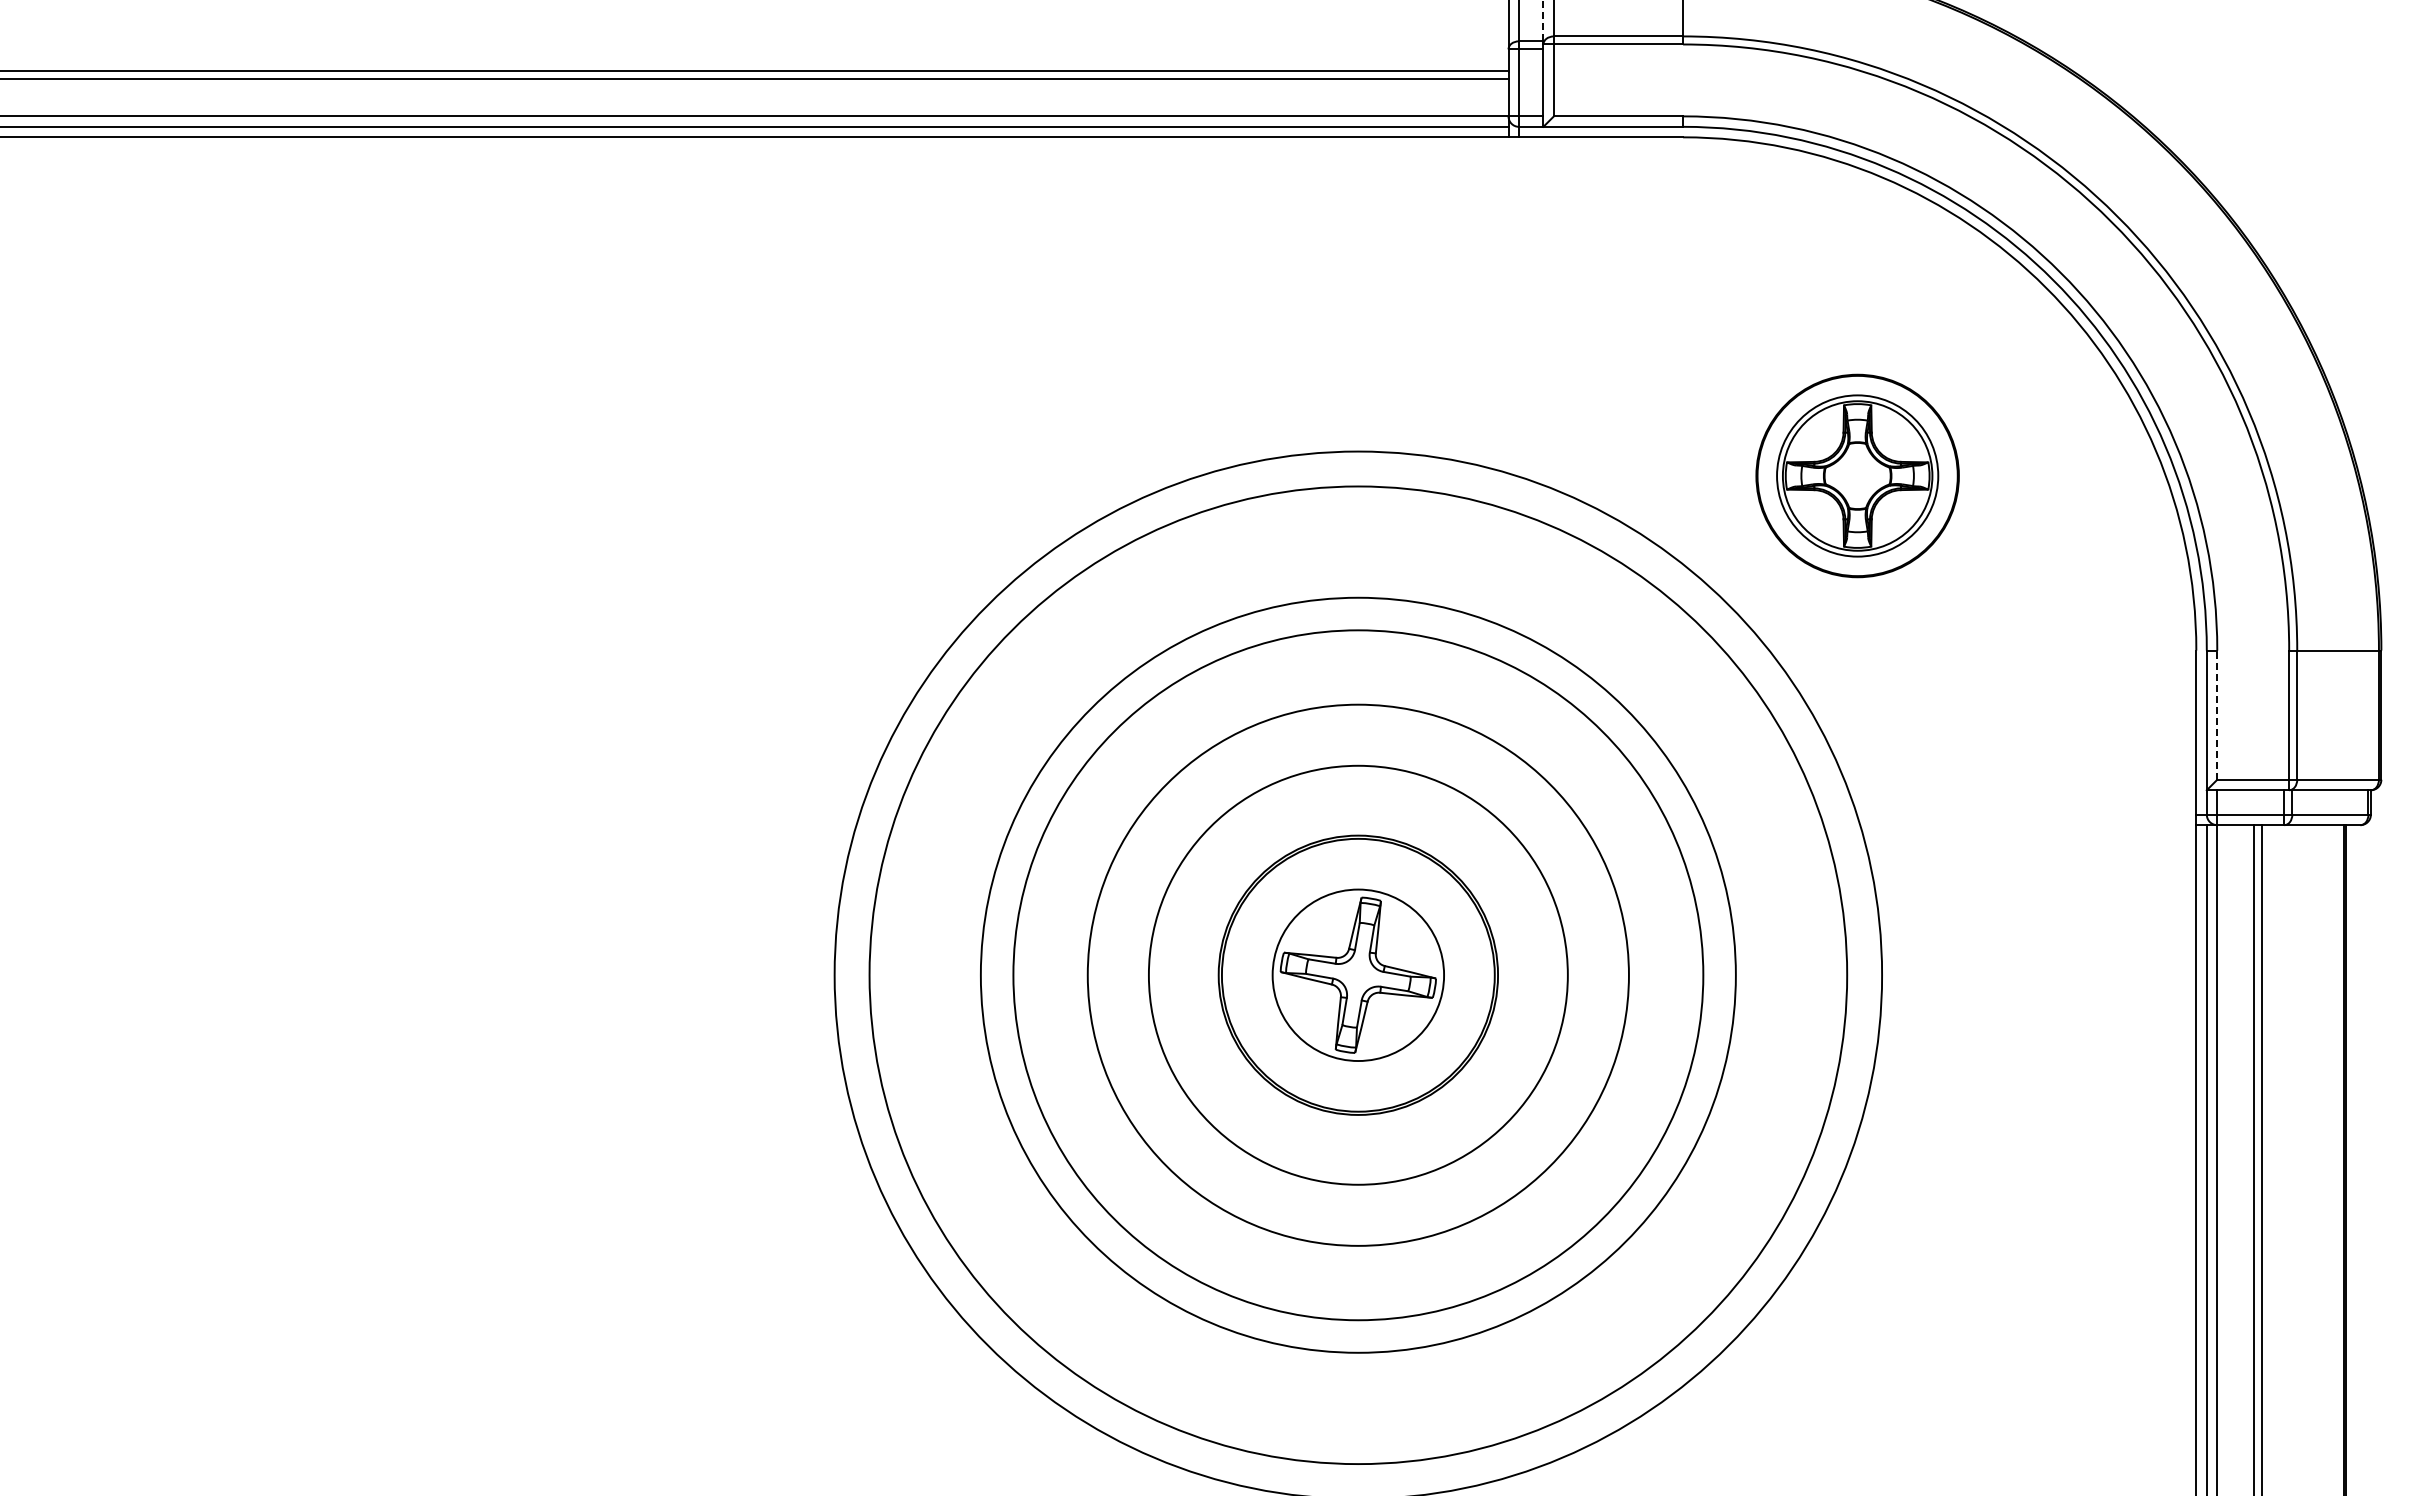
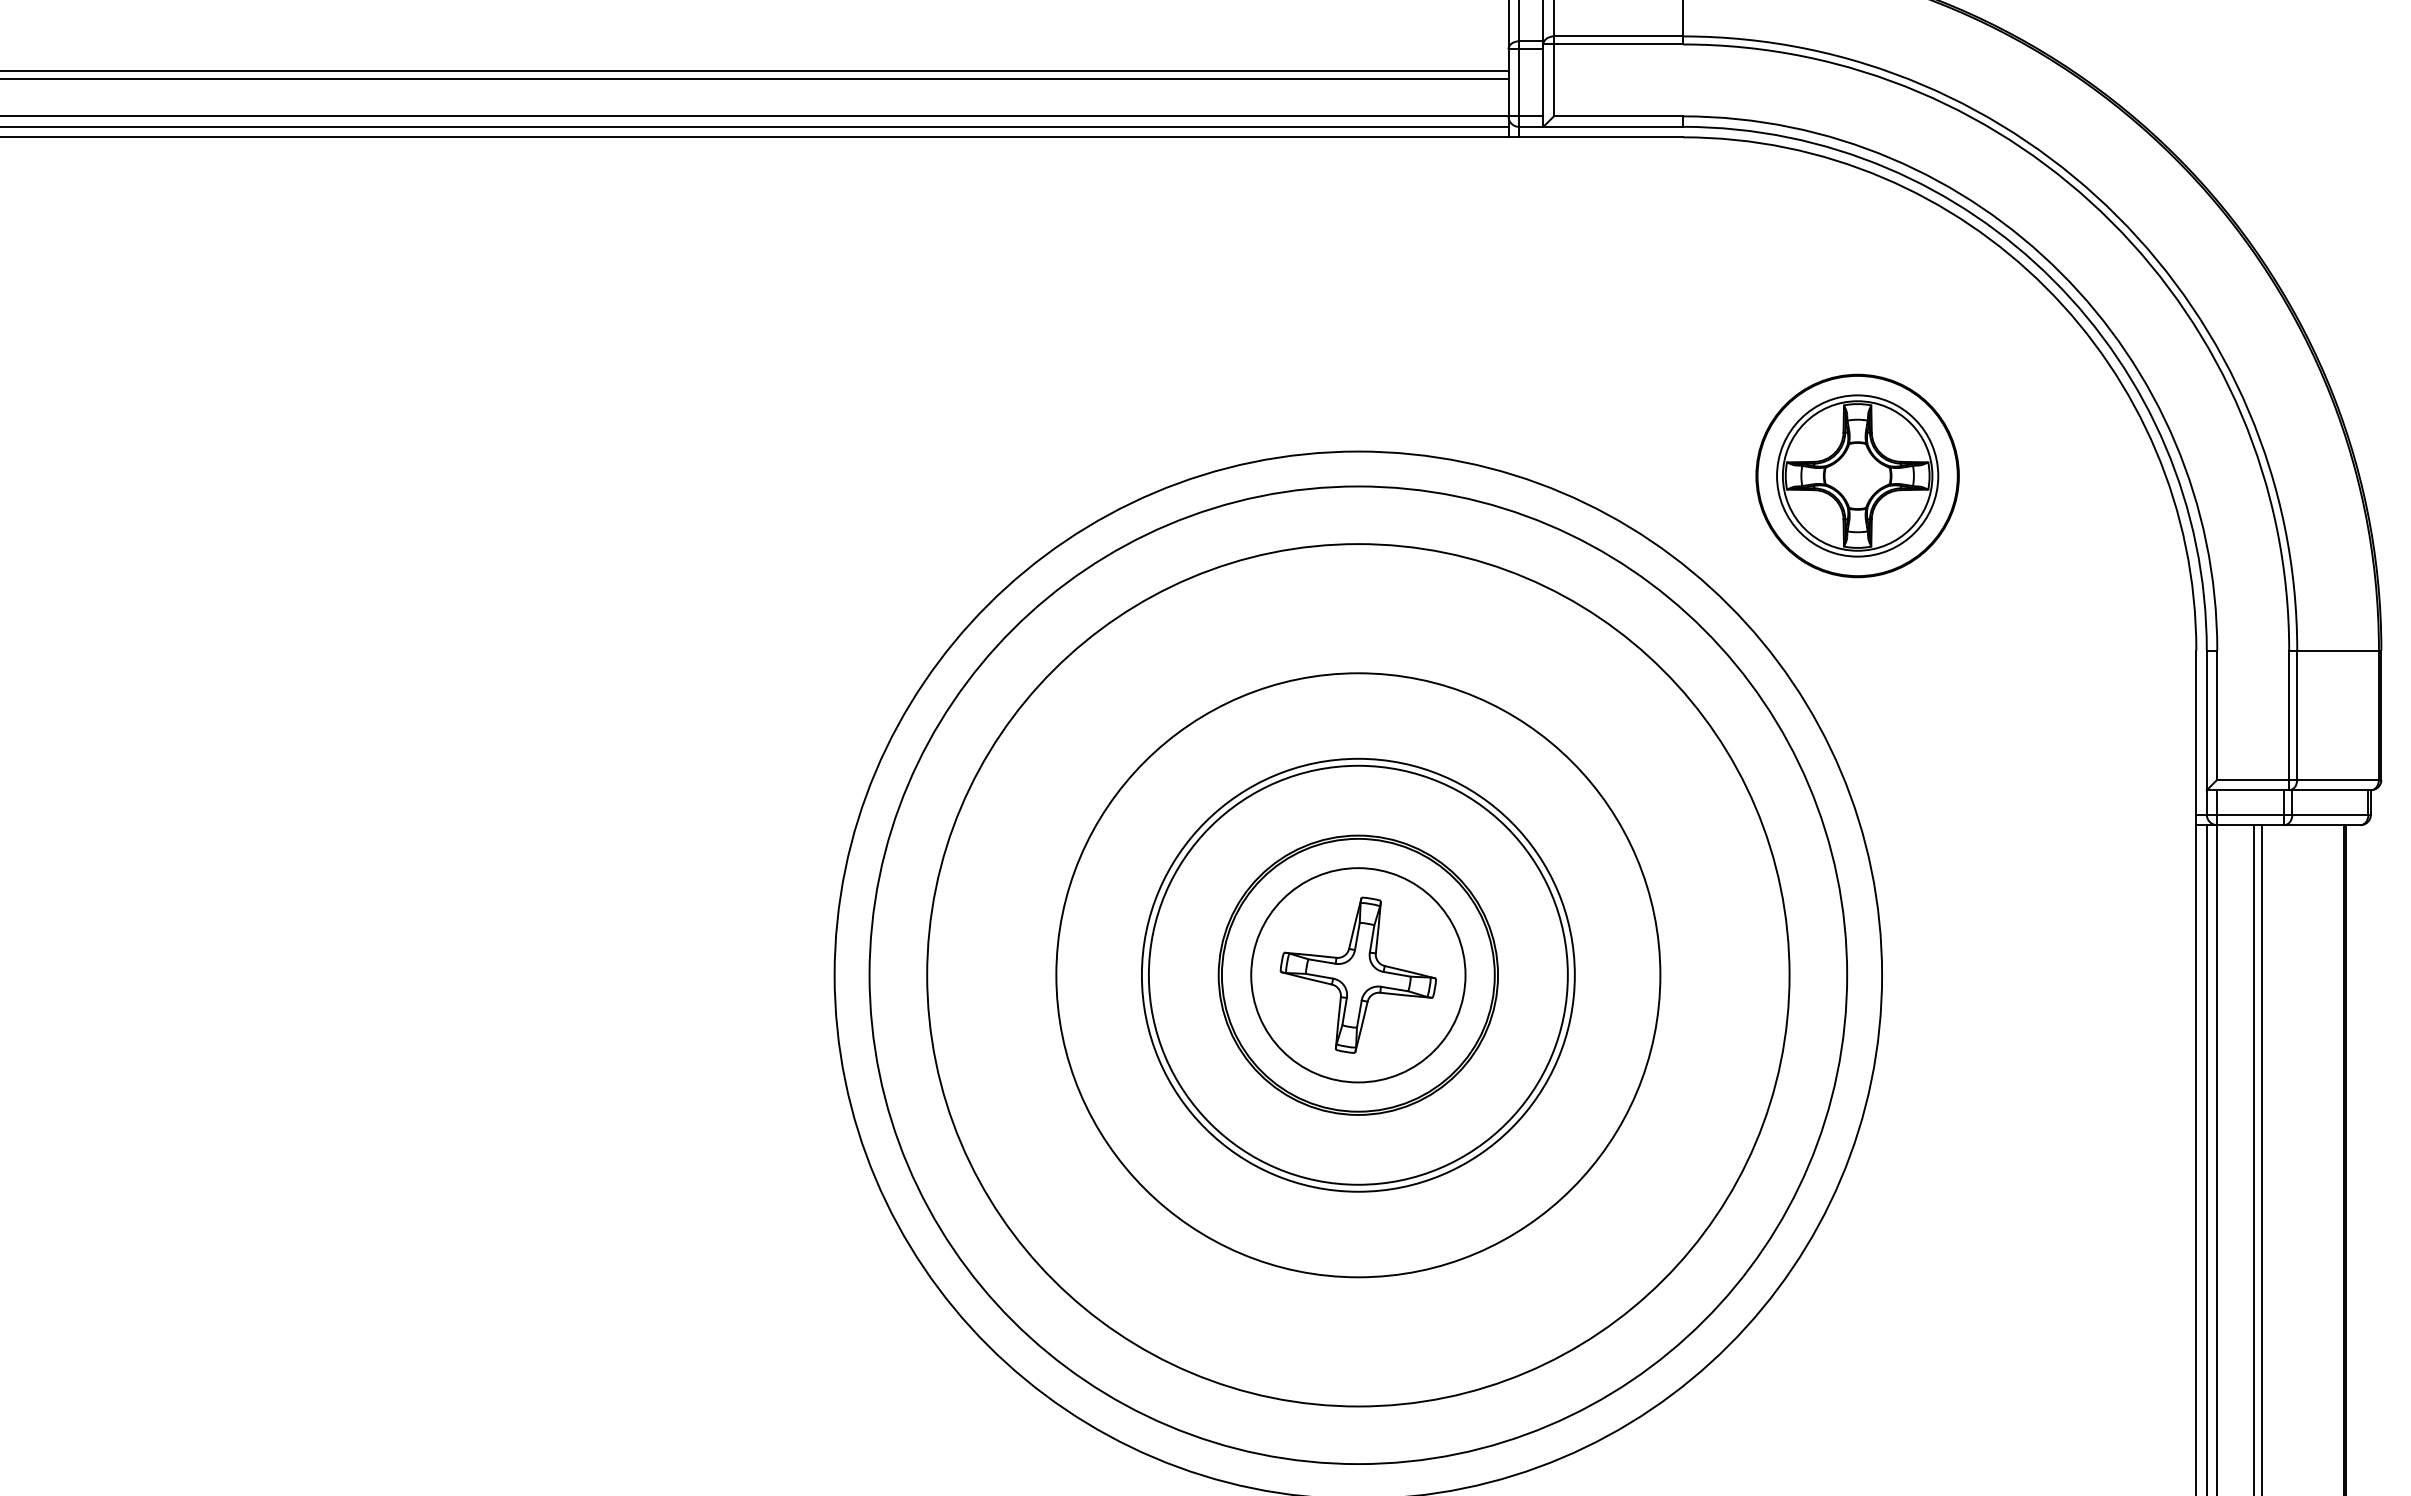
line at (1543, 20): dashed -> solid
line at (2217, 715): dashed -> solid
circle at (1357, 974) diameter: 541 px -> 433 px
circle at (1357, 974) diameter: 755 px -> 604 px
circle at (1358, 975) diameter: 171 px -> 214 px
circle at (1358, 975) diameter: 690 px -> 862 px
